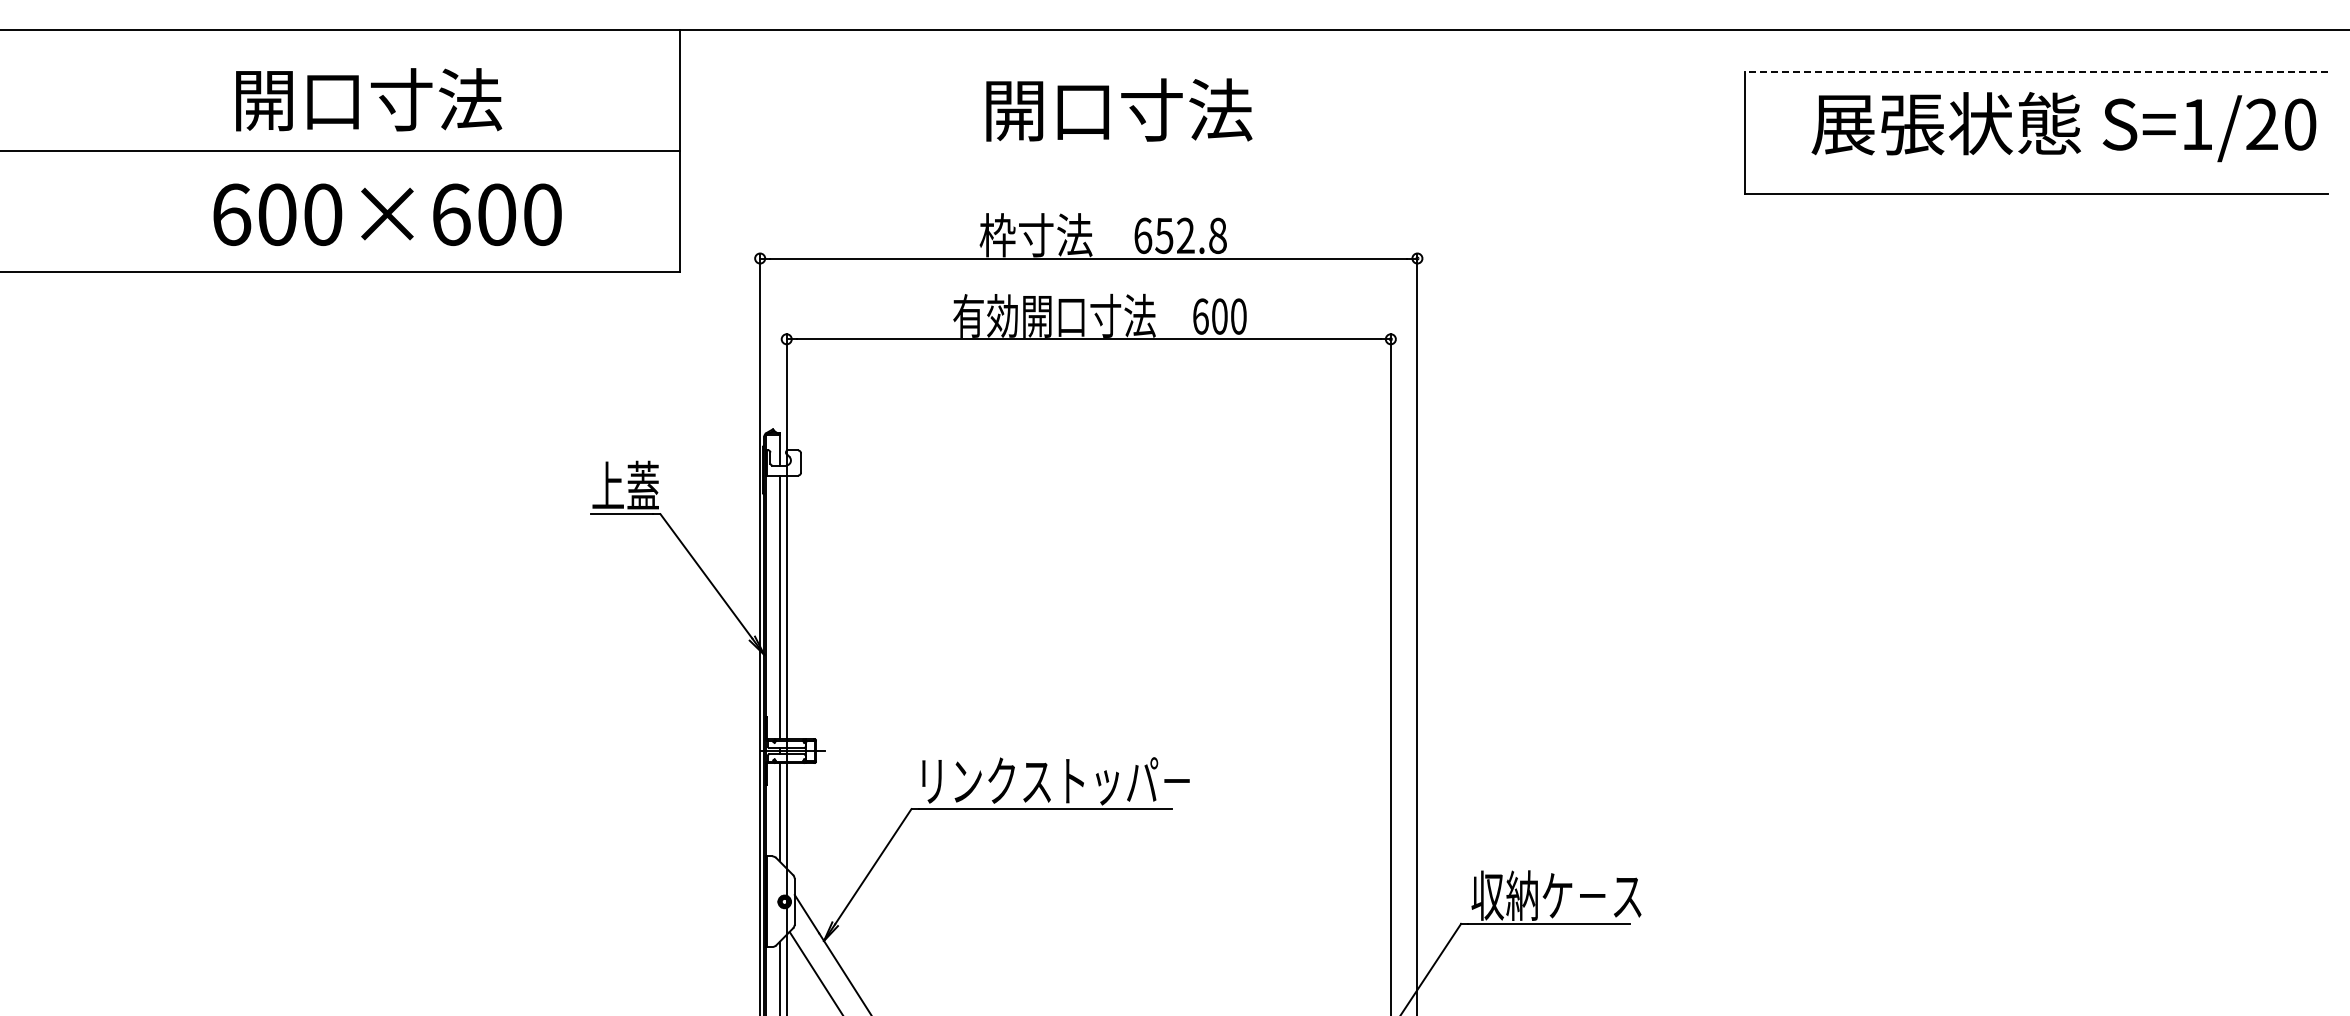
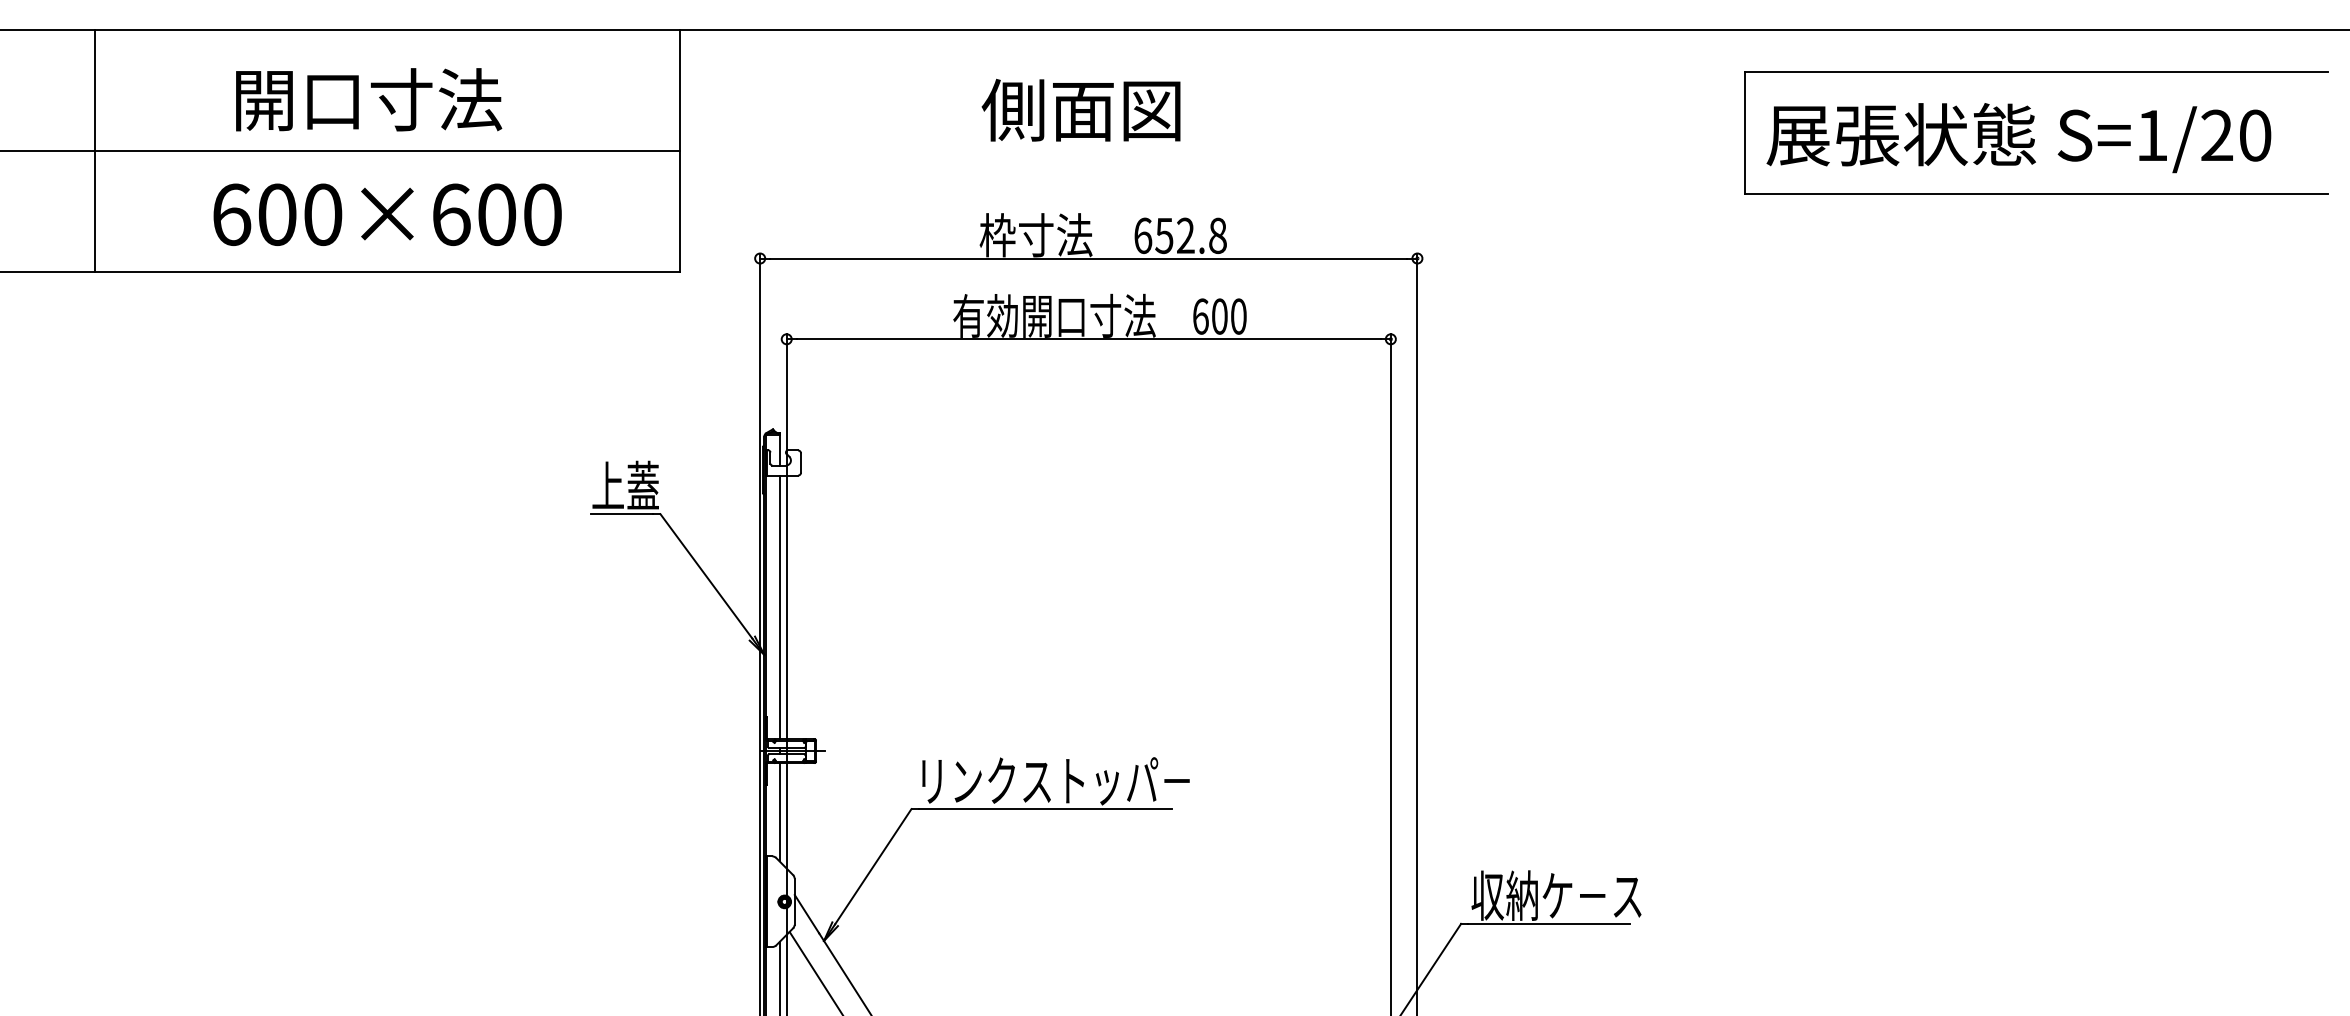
line at (2035, 72): dashed -> solid
text at (1116, 109): 開口寸法 -> 側面図
text at (2063, 127) position: (2063, 127) -> (2018, 138)
line at (95, 151): none -> present
